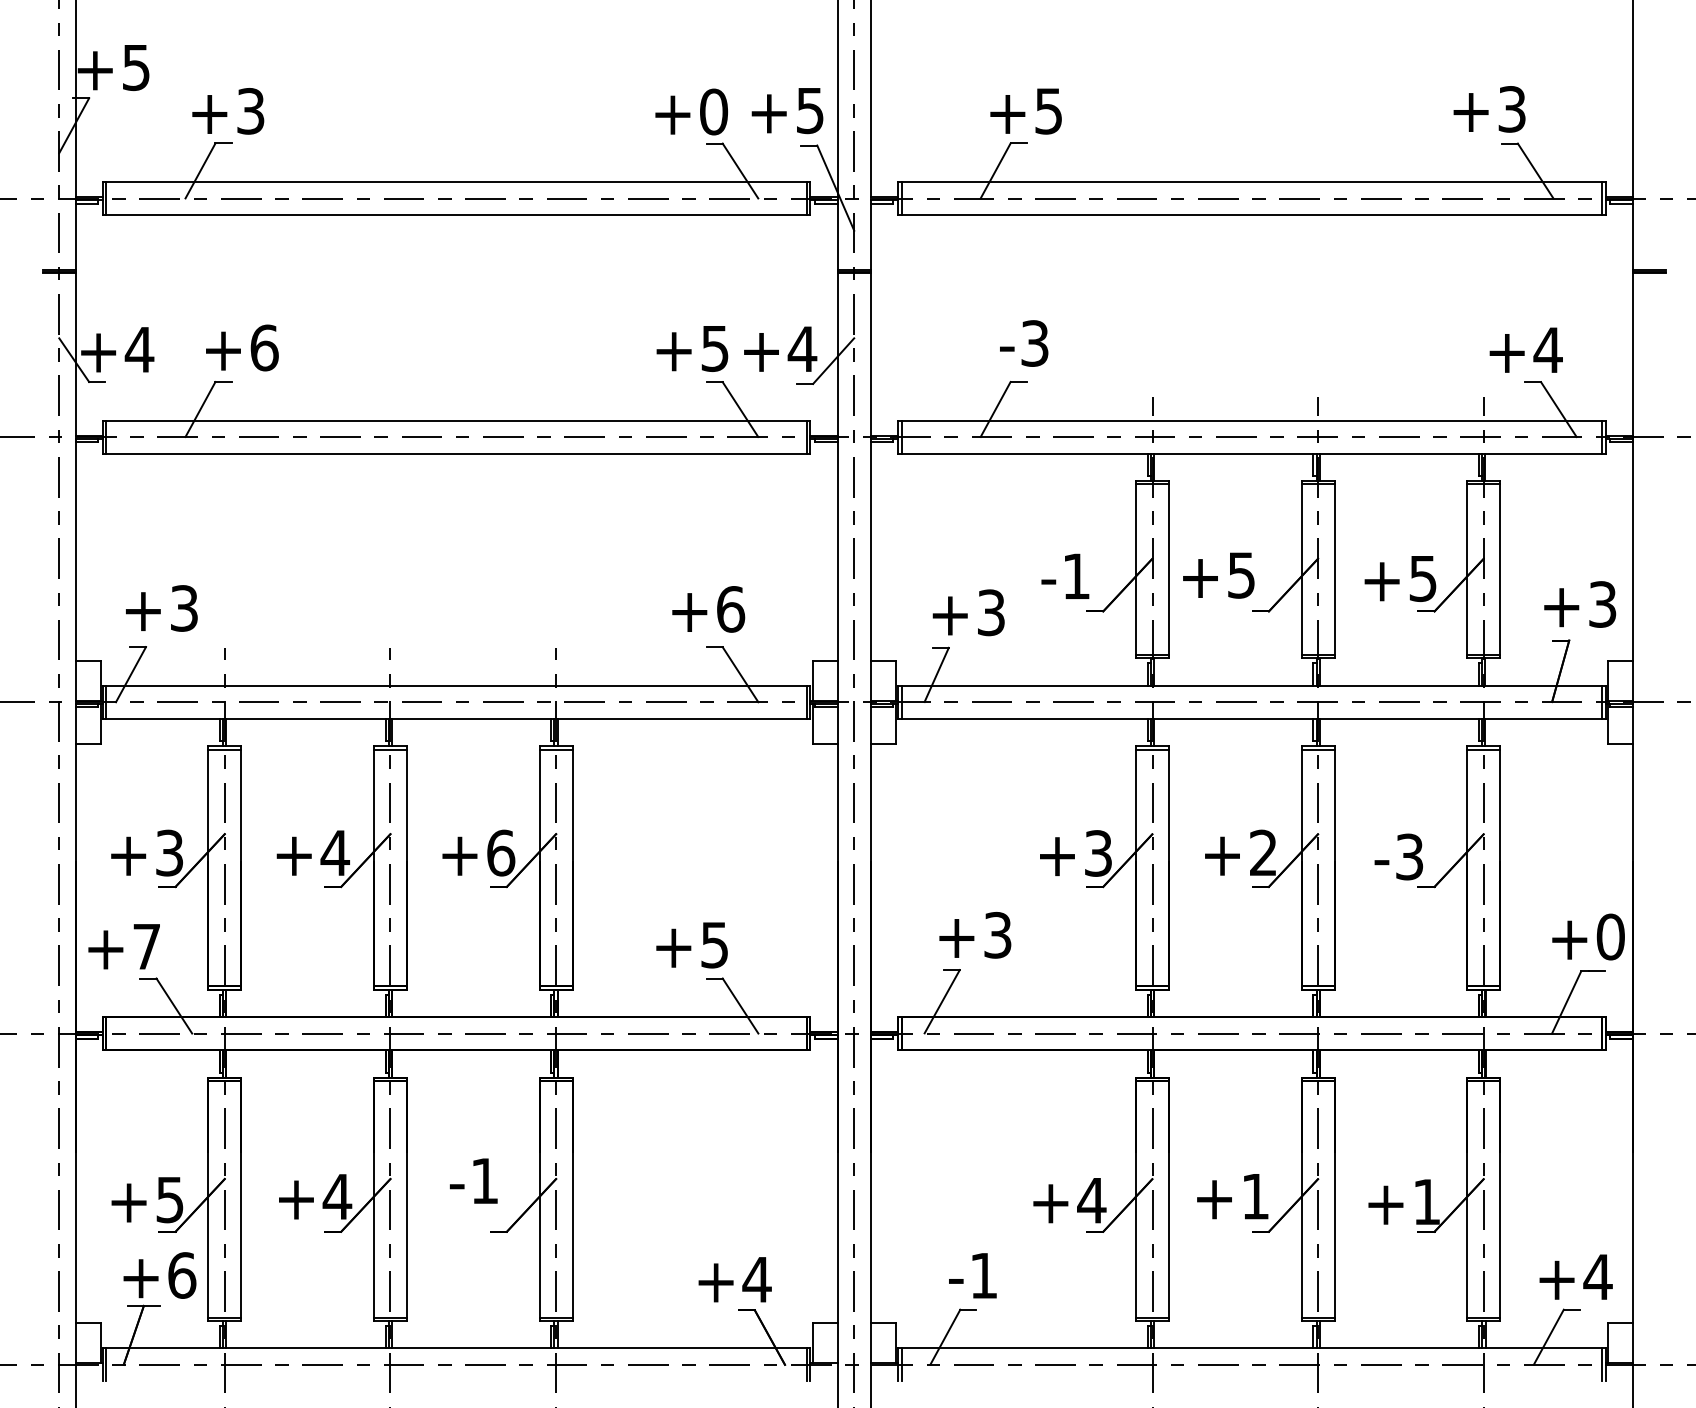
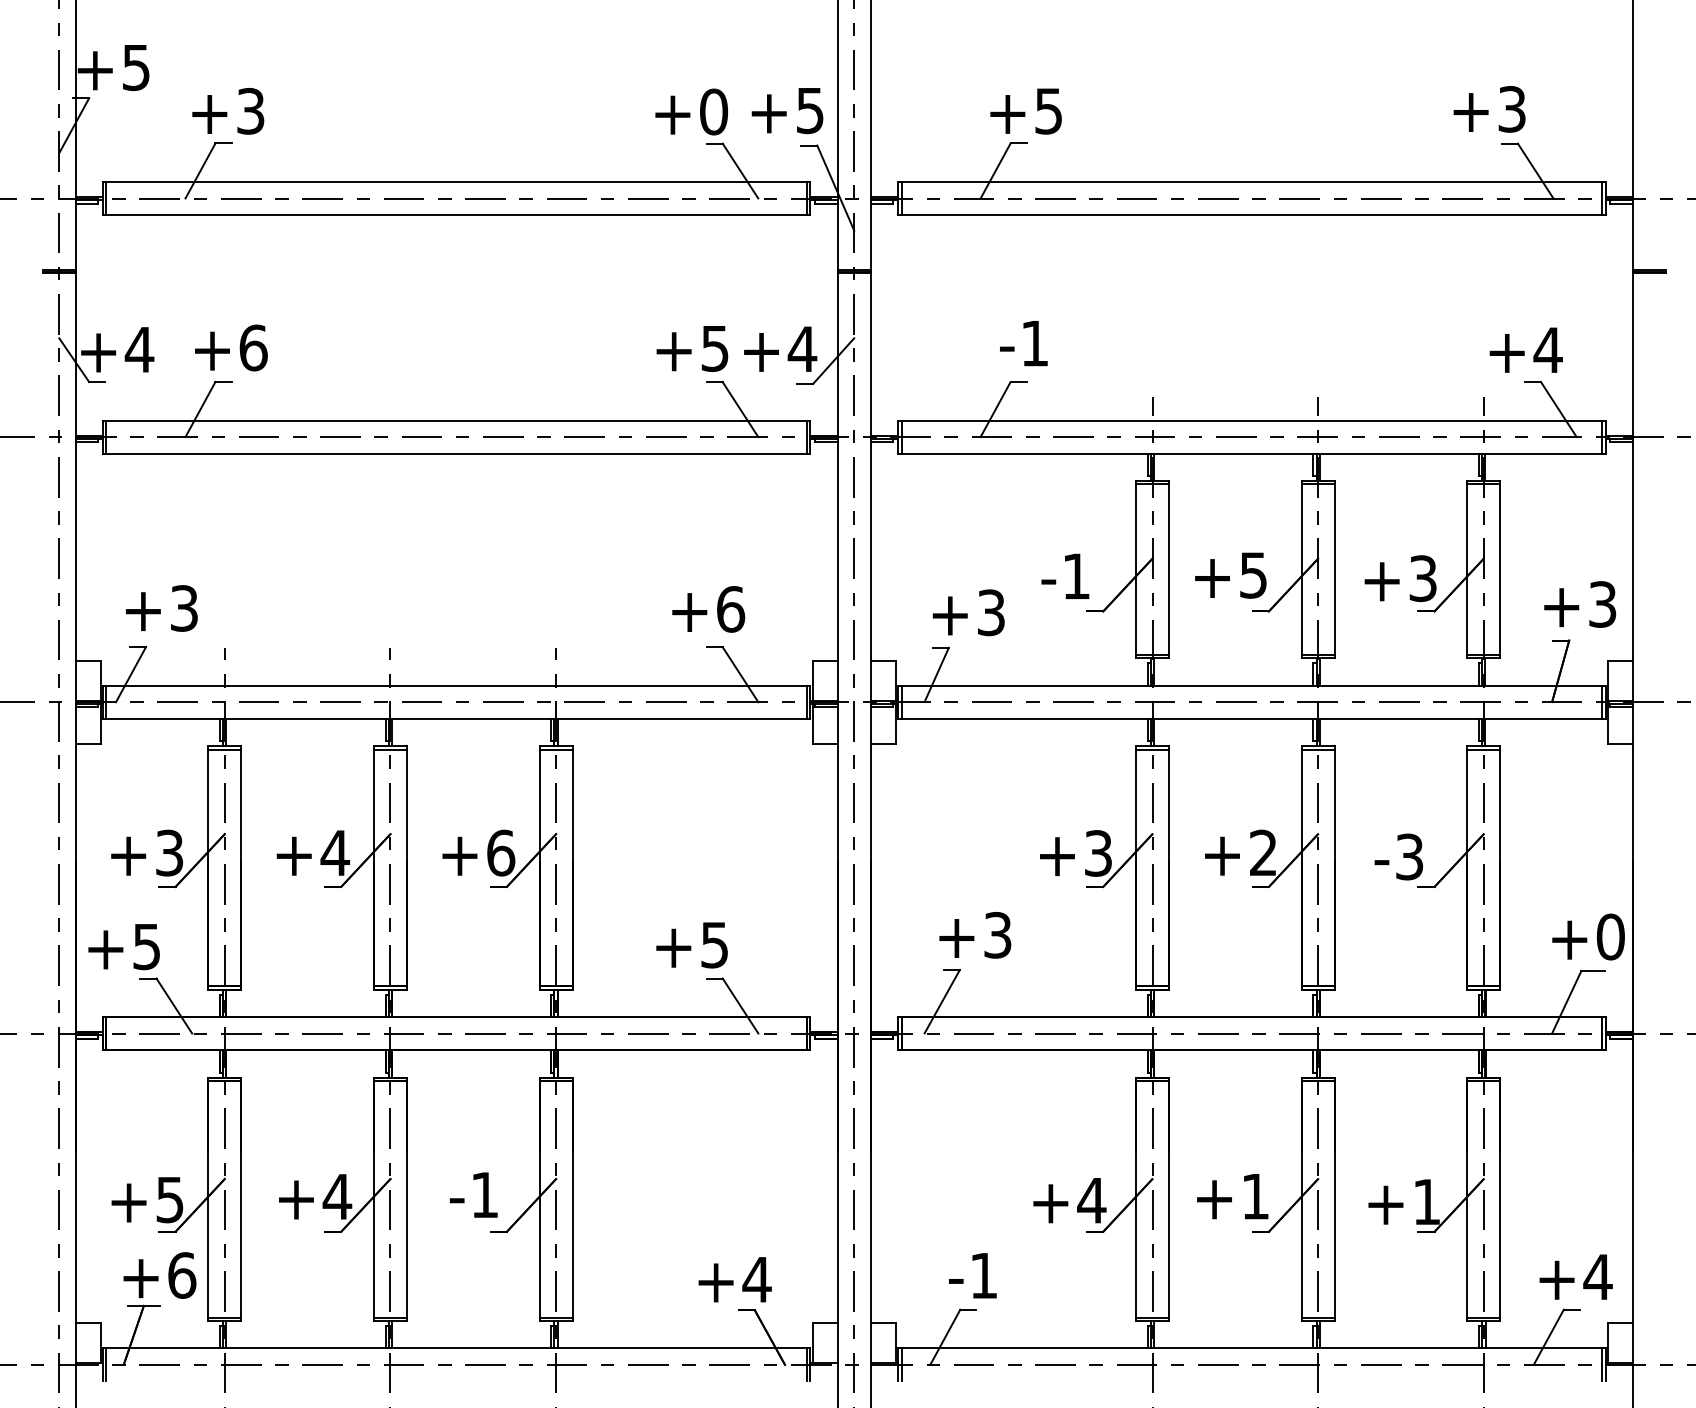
text at (1034, 343): -3 -> -1
text at (242, 347) position: (242, 347) -> (231, 347)
text at (1218, 575) position: (1218, 575) -> (1230, 575)
text at (1423, 578): +5 -> +3
text at (146, 947): +7 -> +5
text at (473, 1180) position: (473, 1180) -> (473, 1194)
